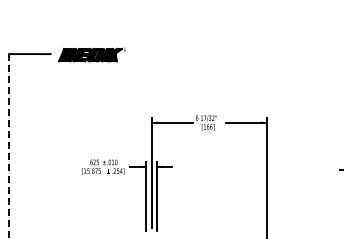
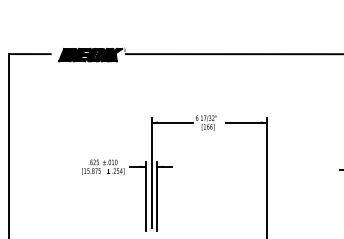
line at (232, 54): none -> present
line at (9, 147): dashed -> solid
